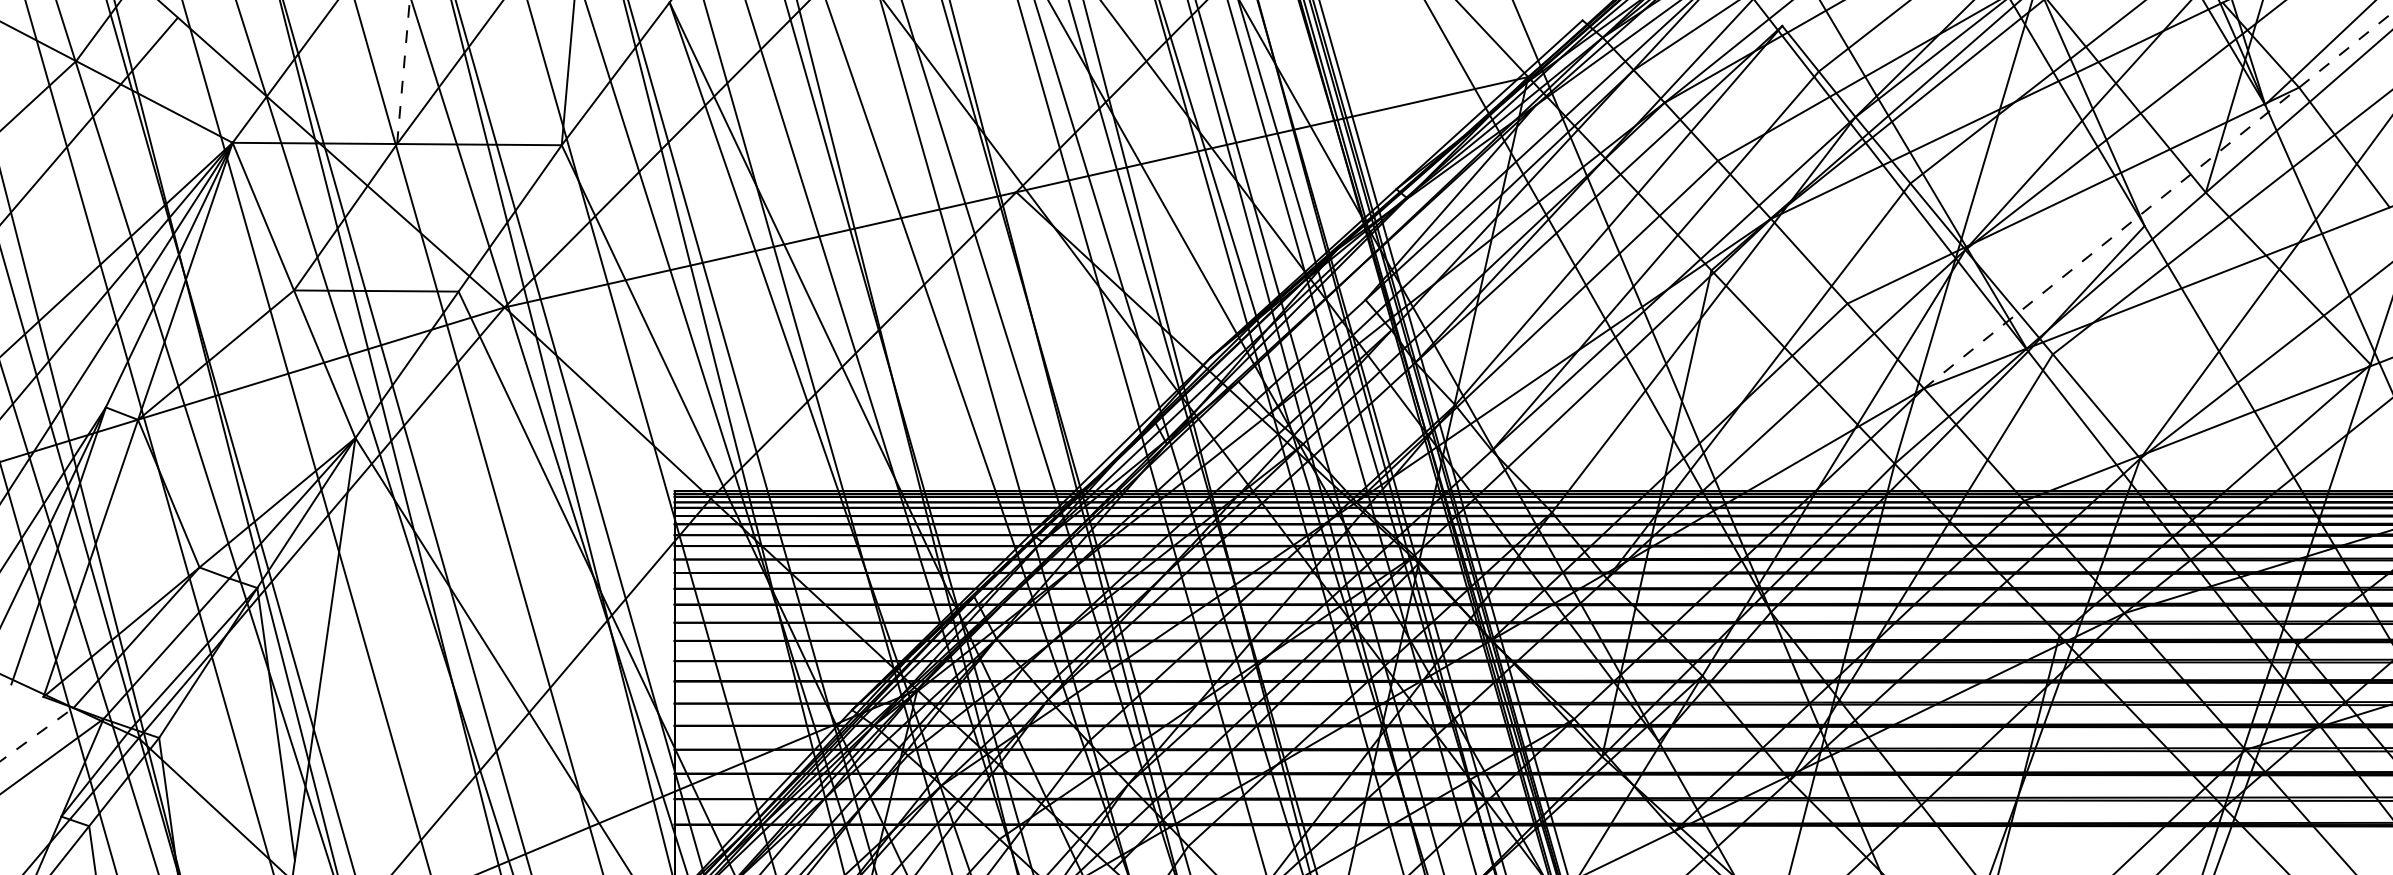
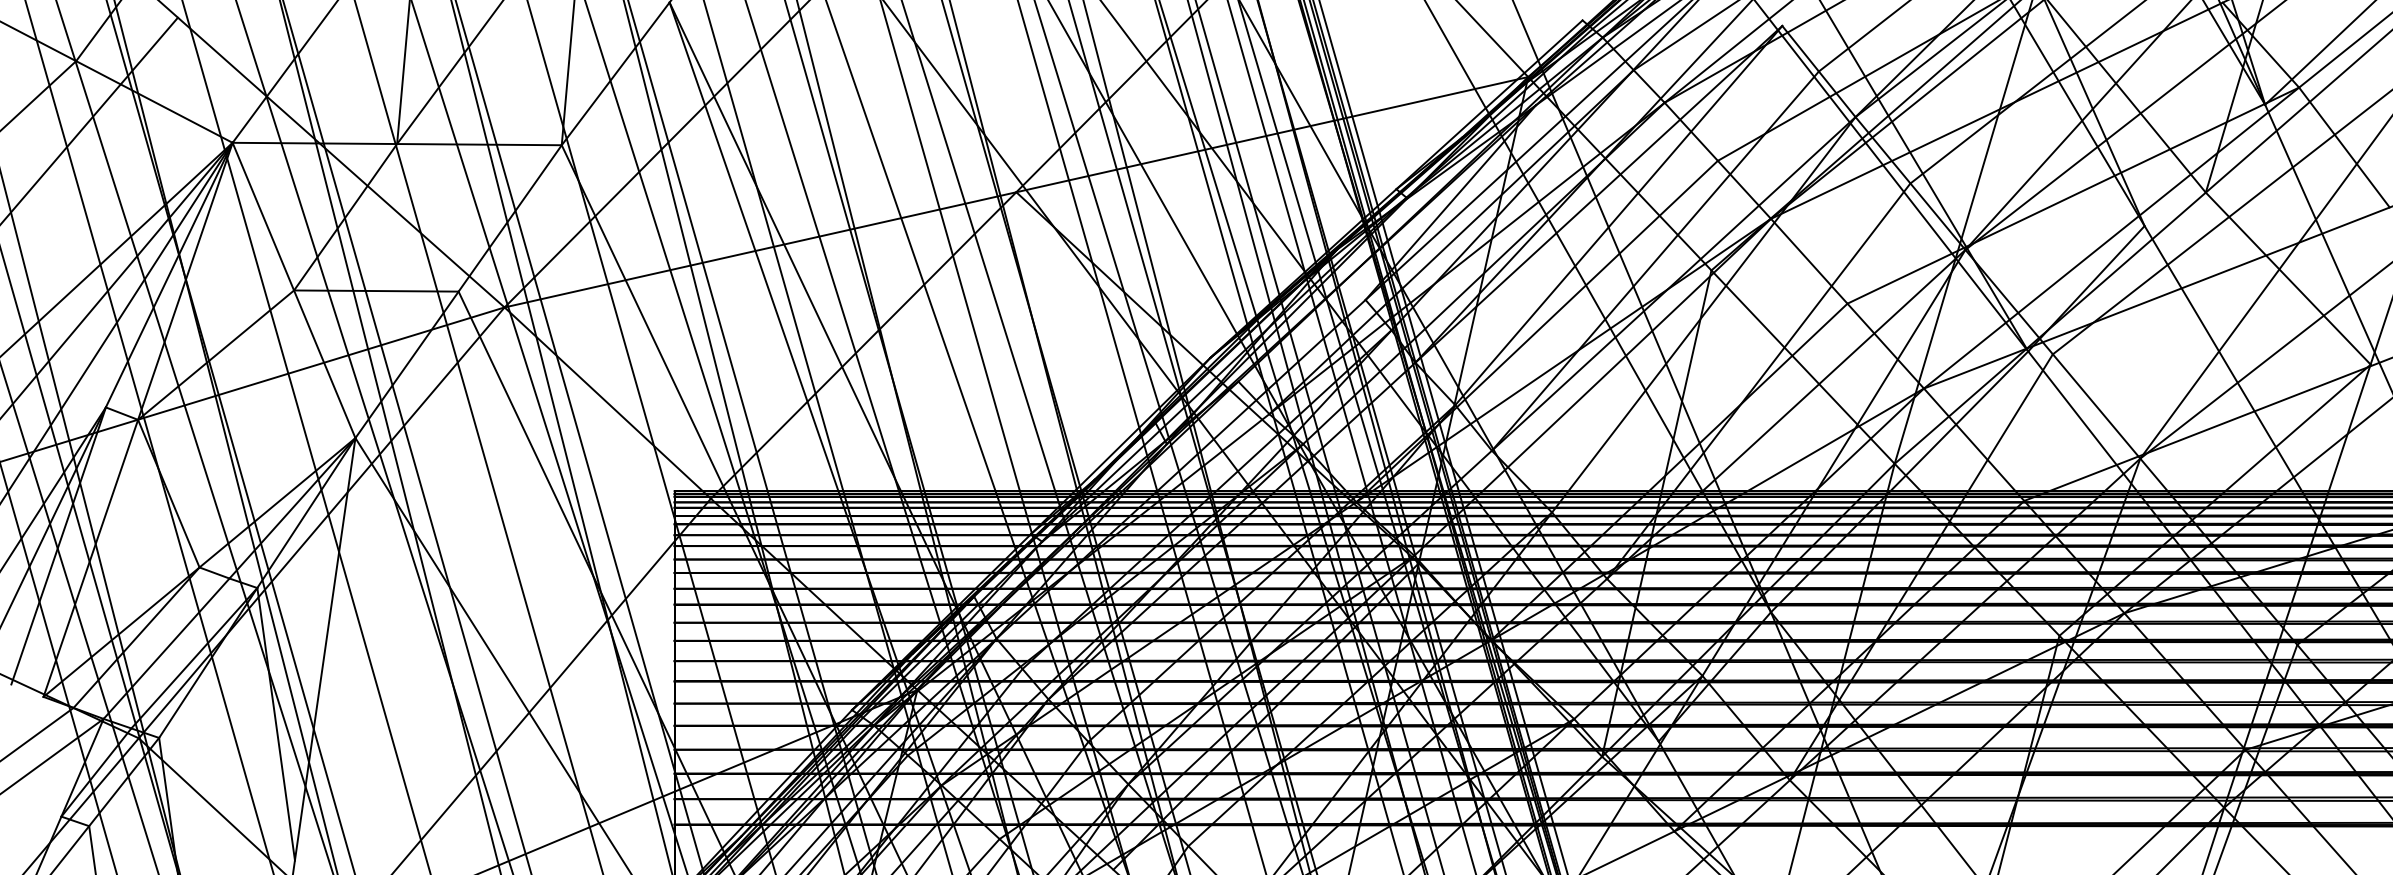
line at (403, 72): dashed -> solid
line at (2158, 200): dashed -> solid
line at (37, 734): dashed -> solid
